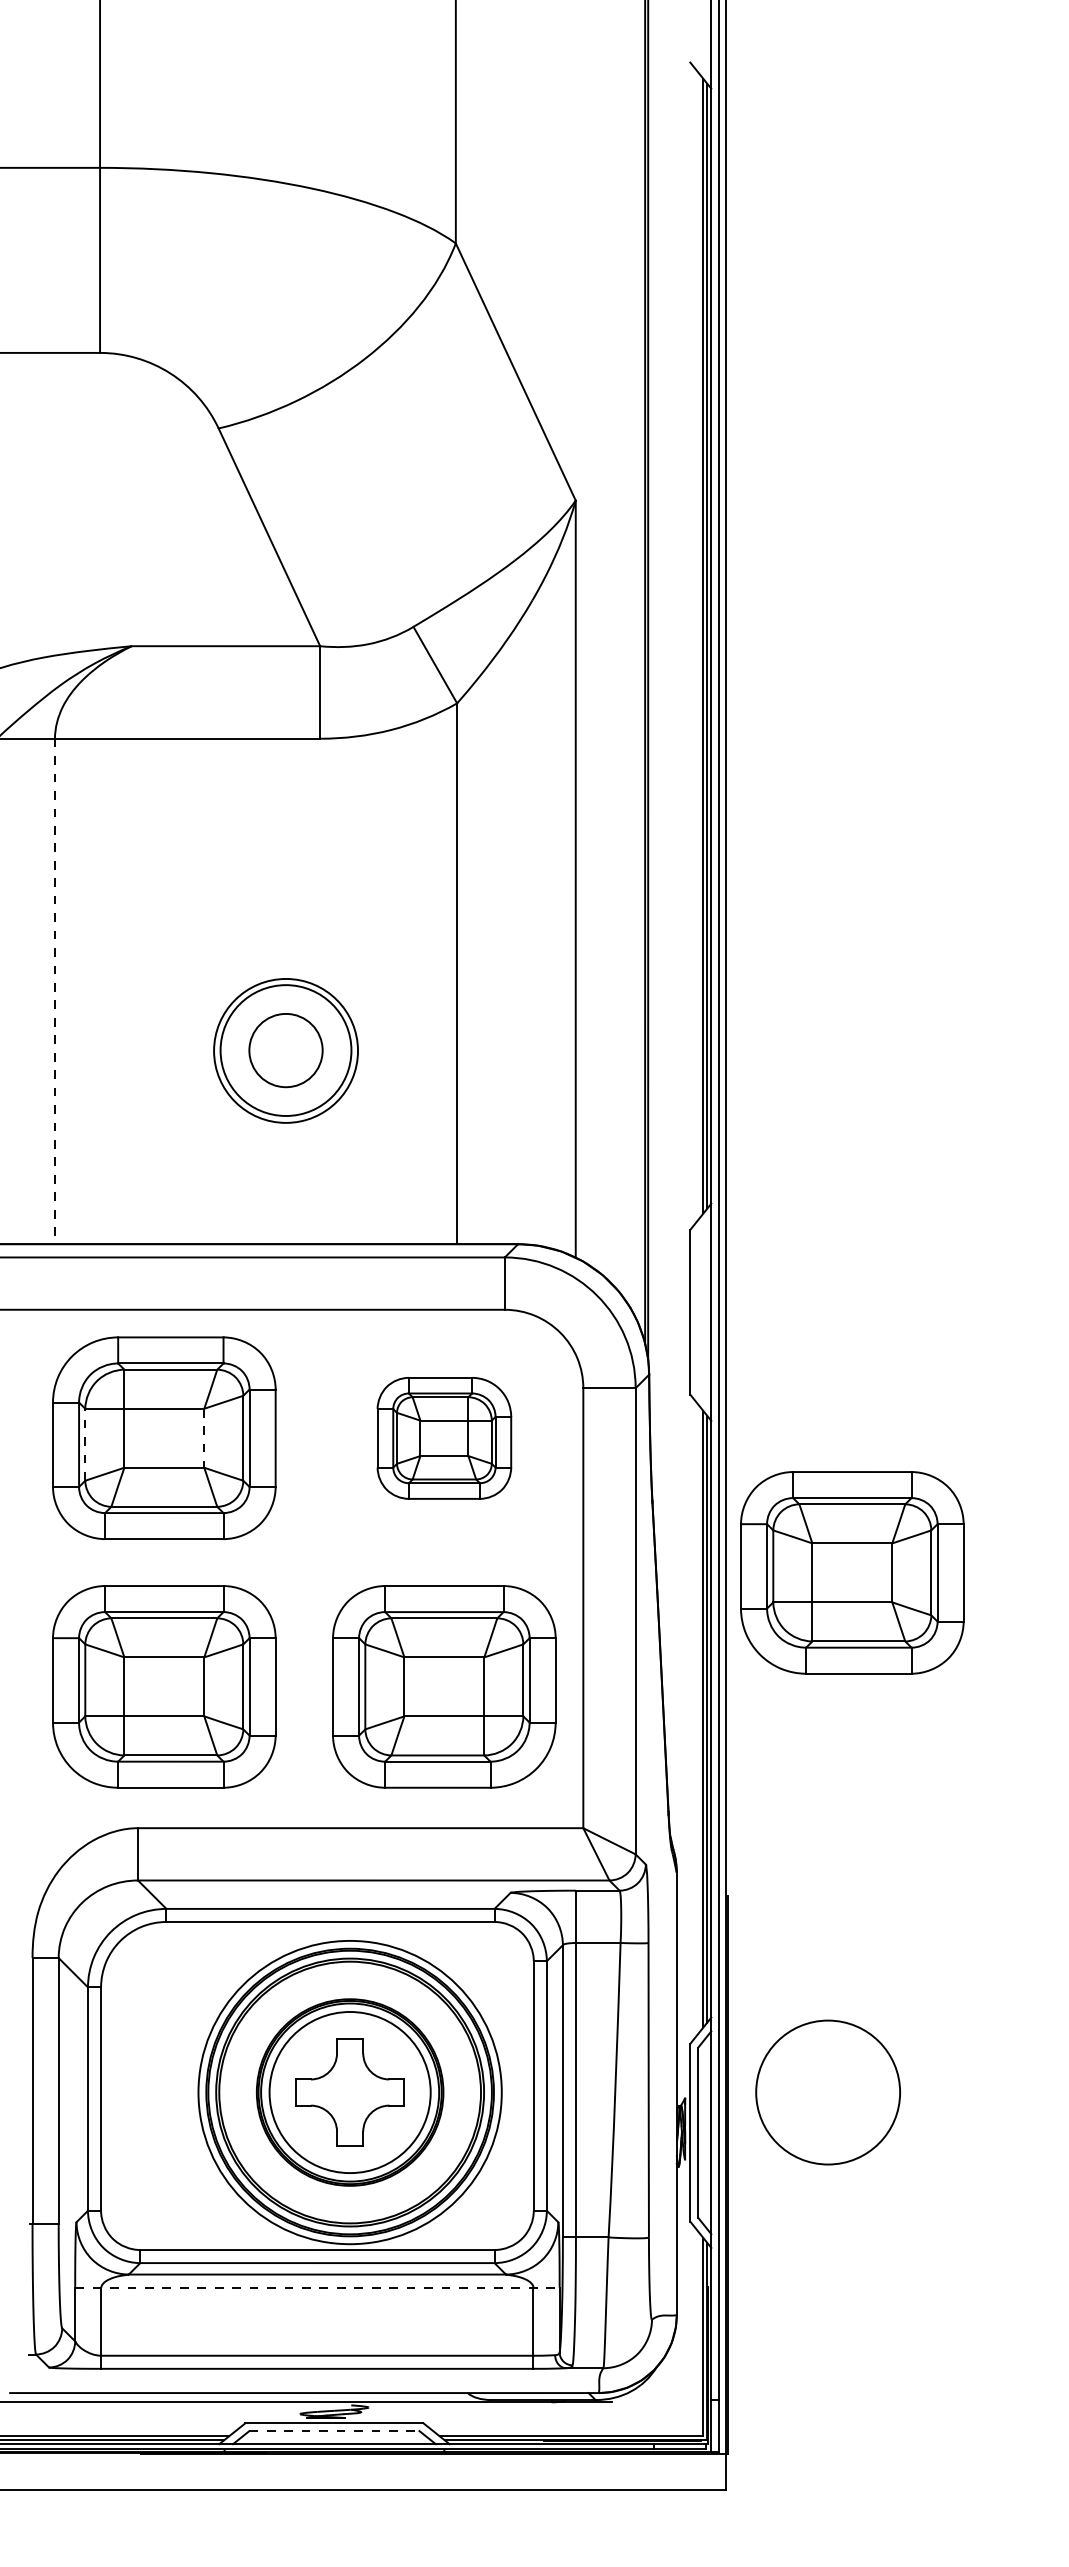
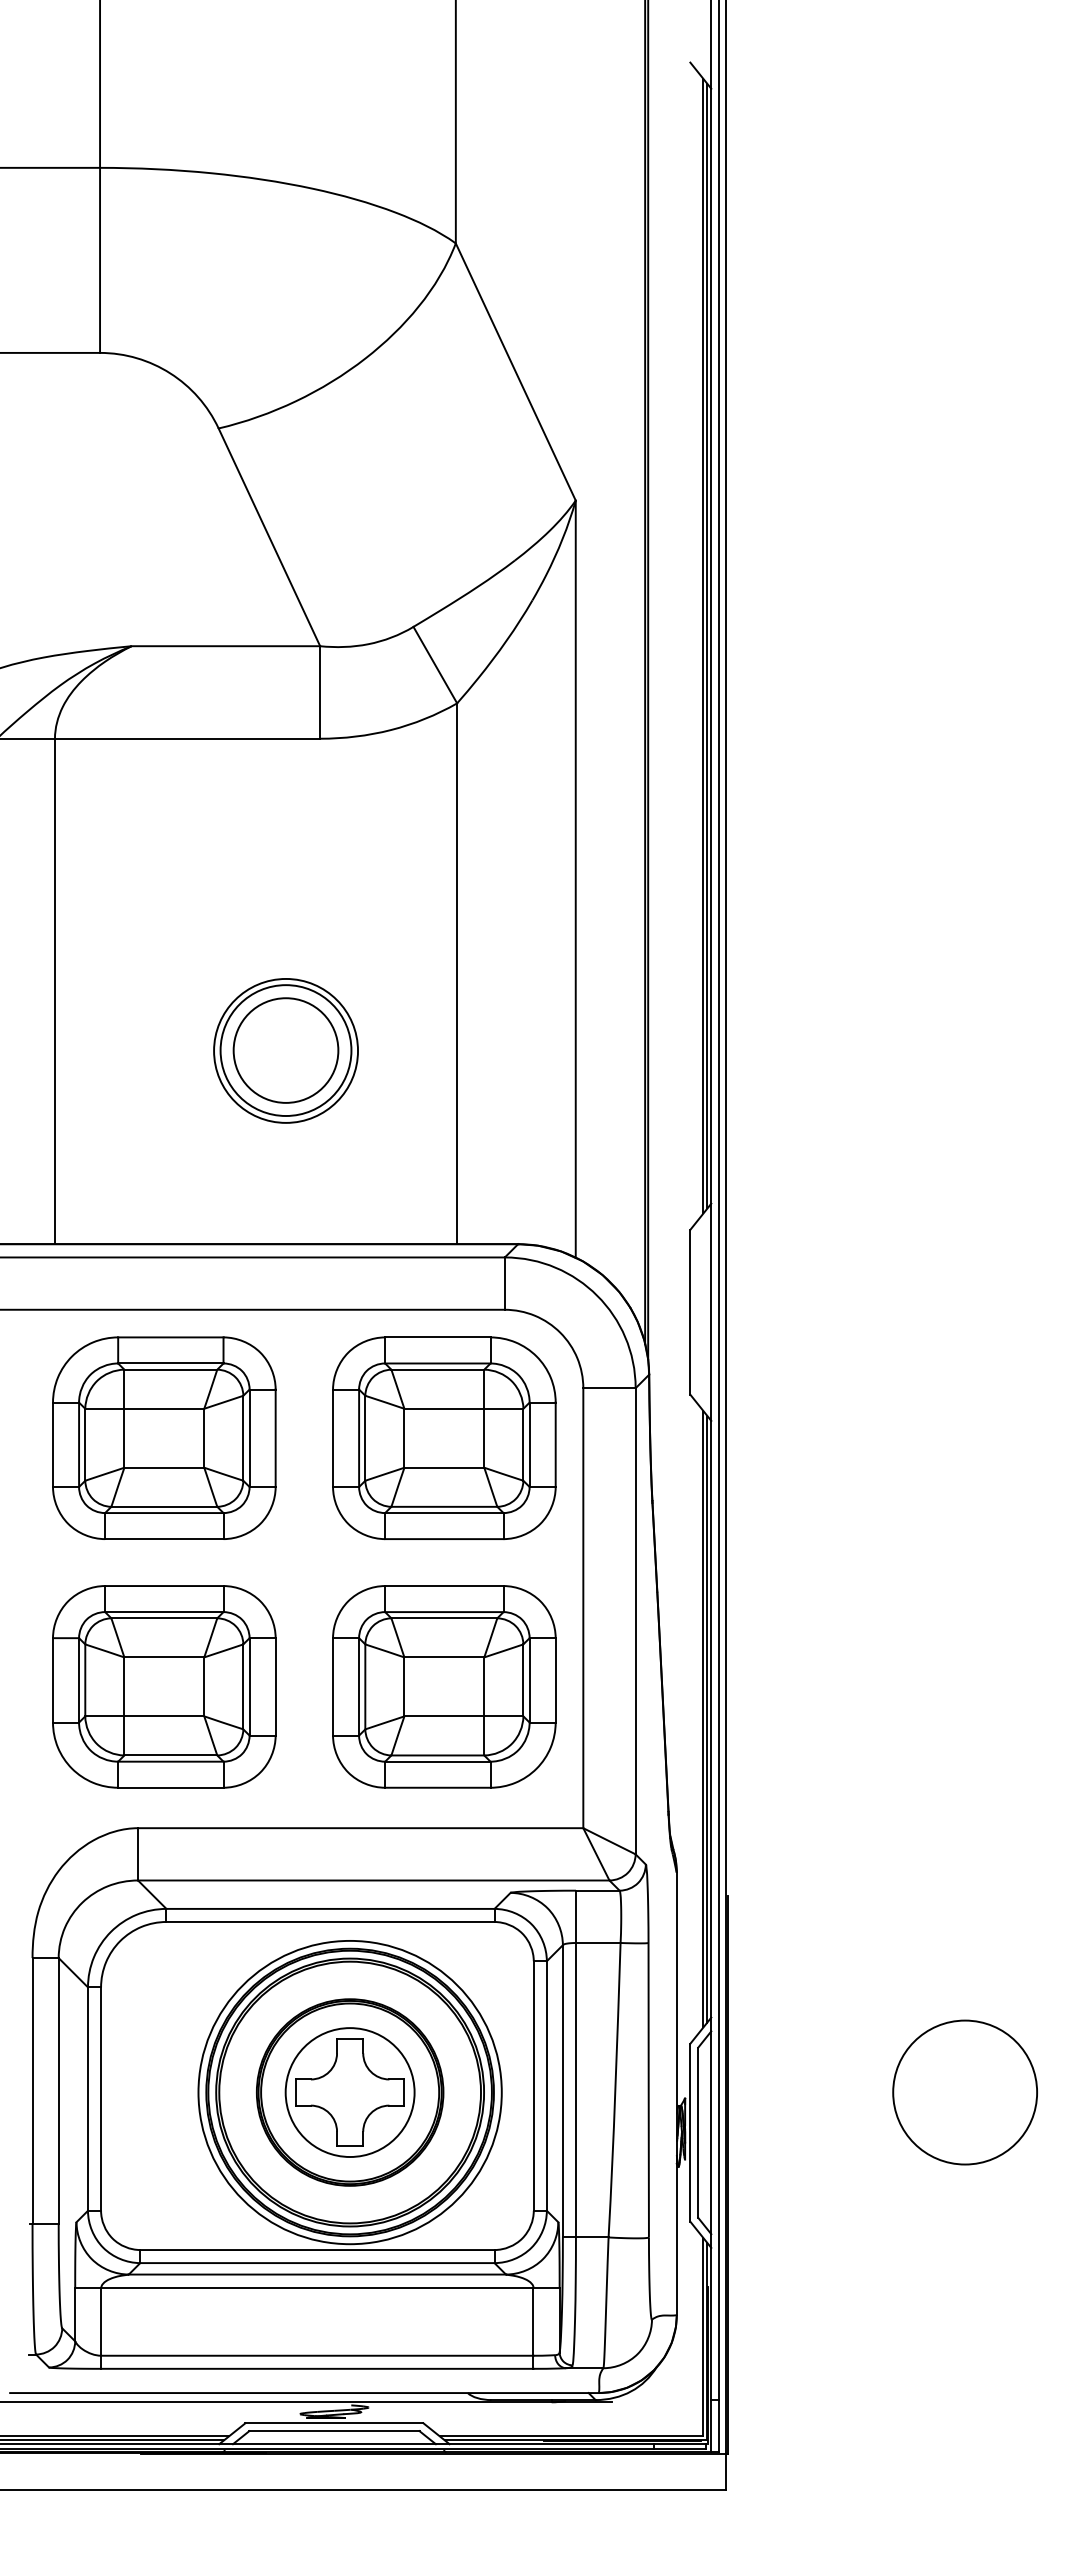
line at (54, 991): dashed -> solid
circle at (285, 1050) diameter: 73 px -> 105 px
line at (204, 1438): dashed -> solid
part at (444, 1438) size: 137x123 px -> 225x205 px
line at (85, 1444): dashed -> solid
part at (852, 1572): present -> none
circle at (349, 2092) diameter: 161 px -> 129 px
circle at (827, 2092) position: (827, 2092) -> (964, 2092)
line at (317, 2287): dashed -> solid
line at (334, 2431): dashed -> solid
